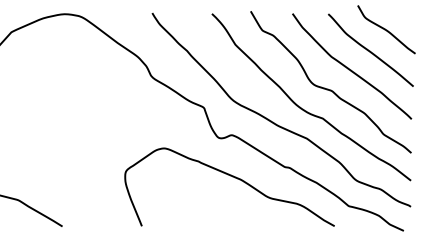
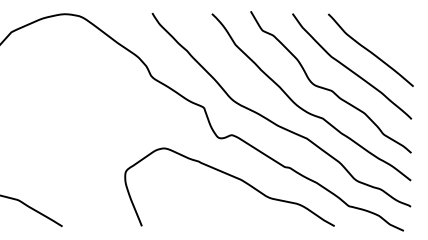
curve at (386, 29): present -> none
